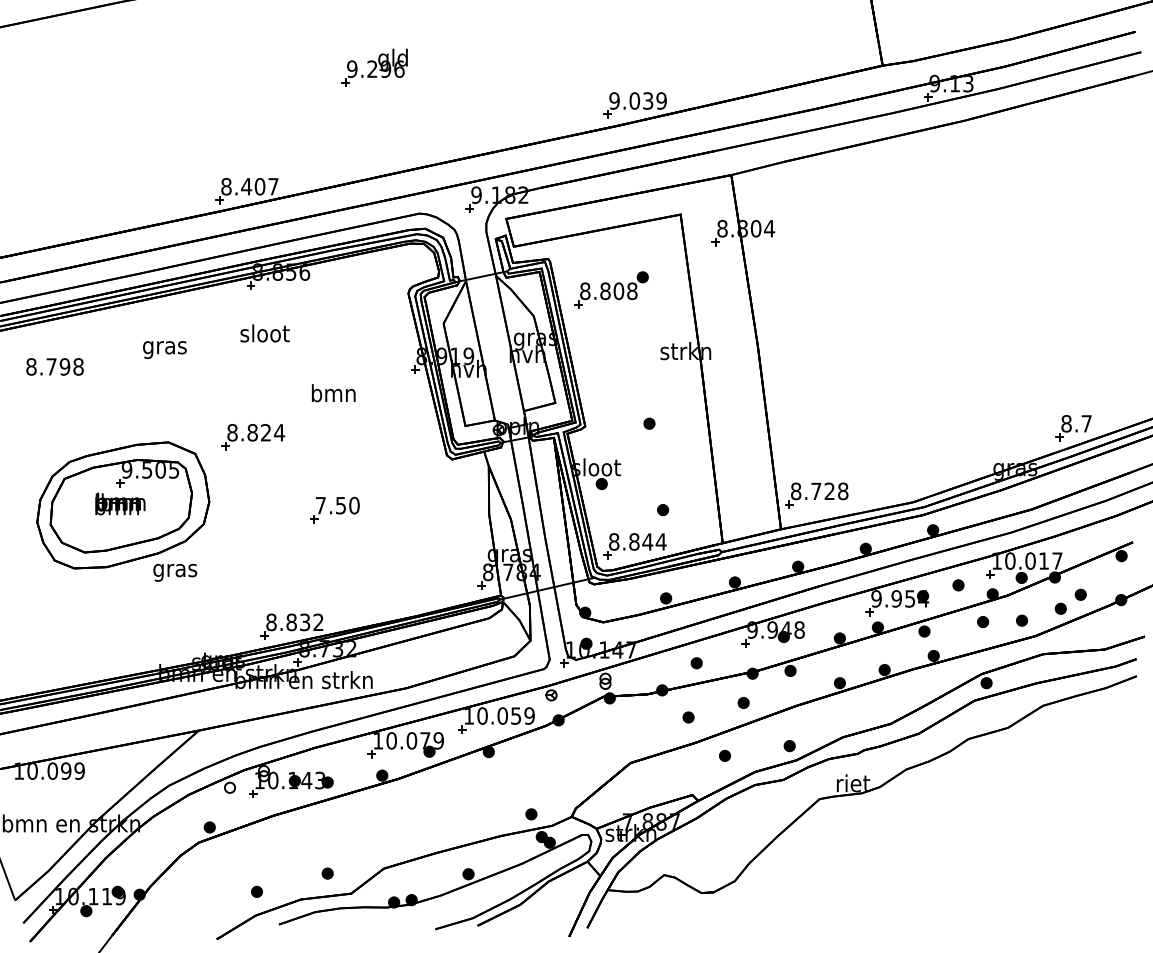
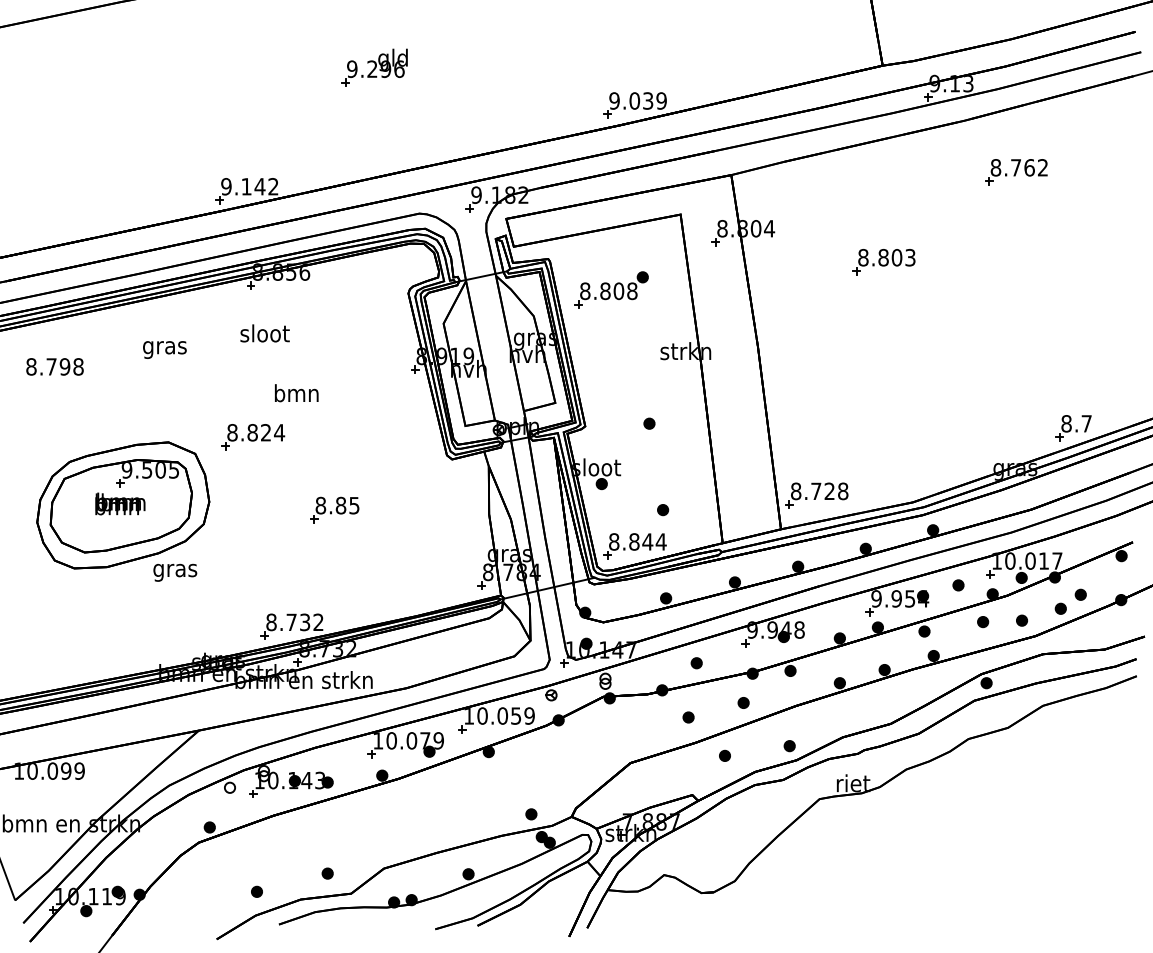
part at (1016, 172): none -> present
text at (249, 186): 8.407 -> 9.142
part at (883, 262): none -> present
text at (333, 393) position: (333, 393) -> (296, 393)
text at (337, 505): 7.50 -> 8.85
text at (291, 622): 8.832 -> 8.732
